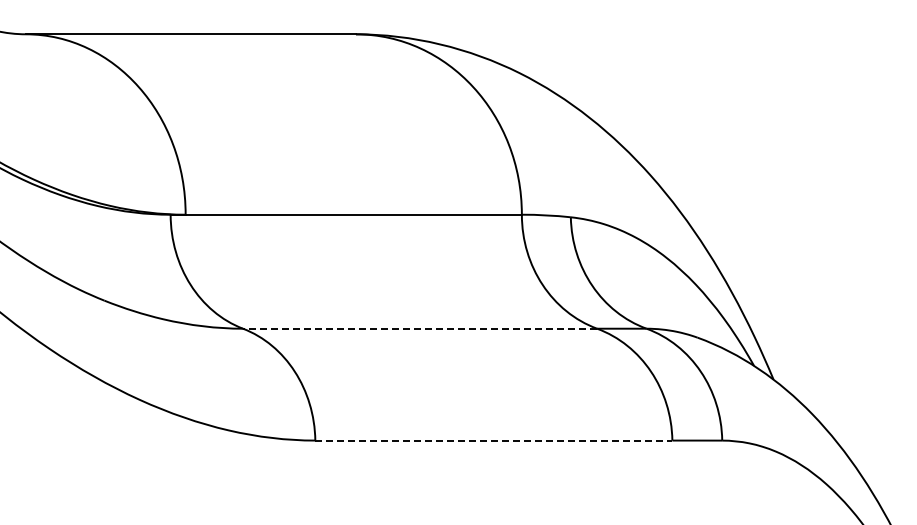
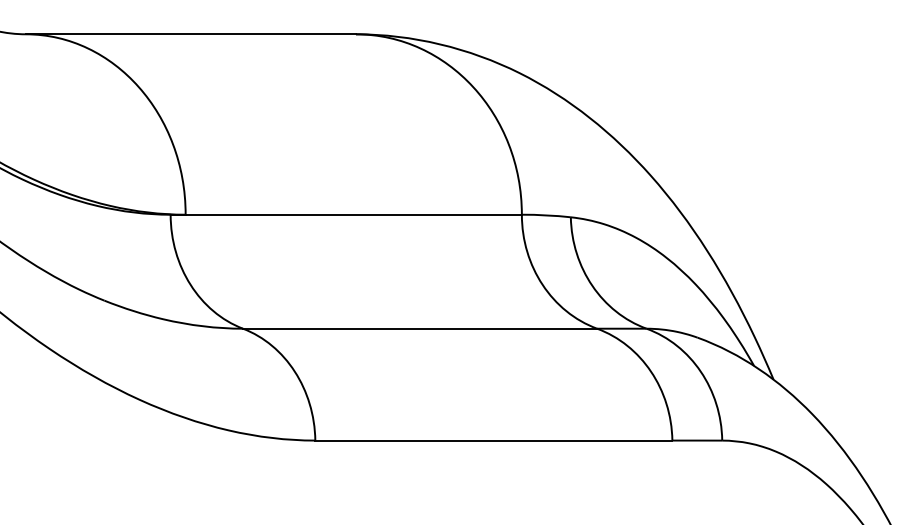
line at (419, 328): dashed -> solid
line at (493, 440): dashed -> solid
